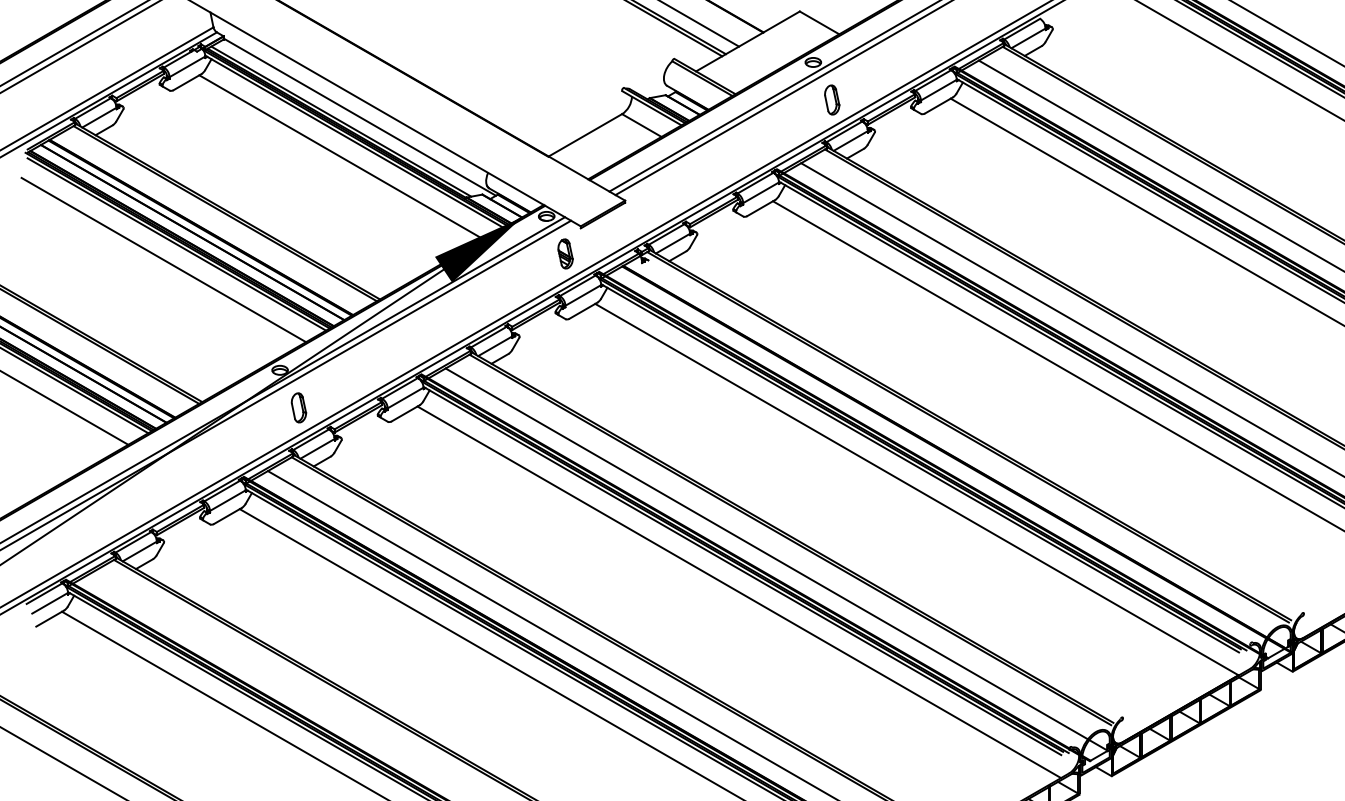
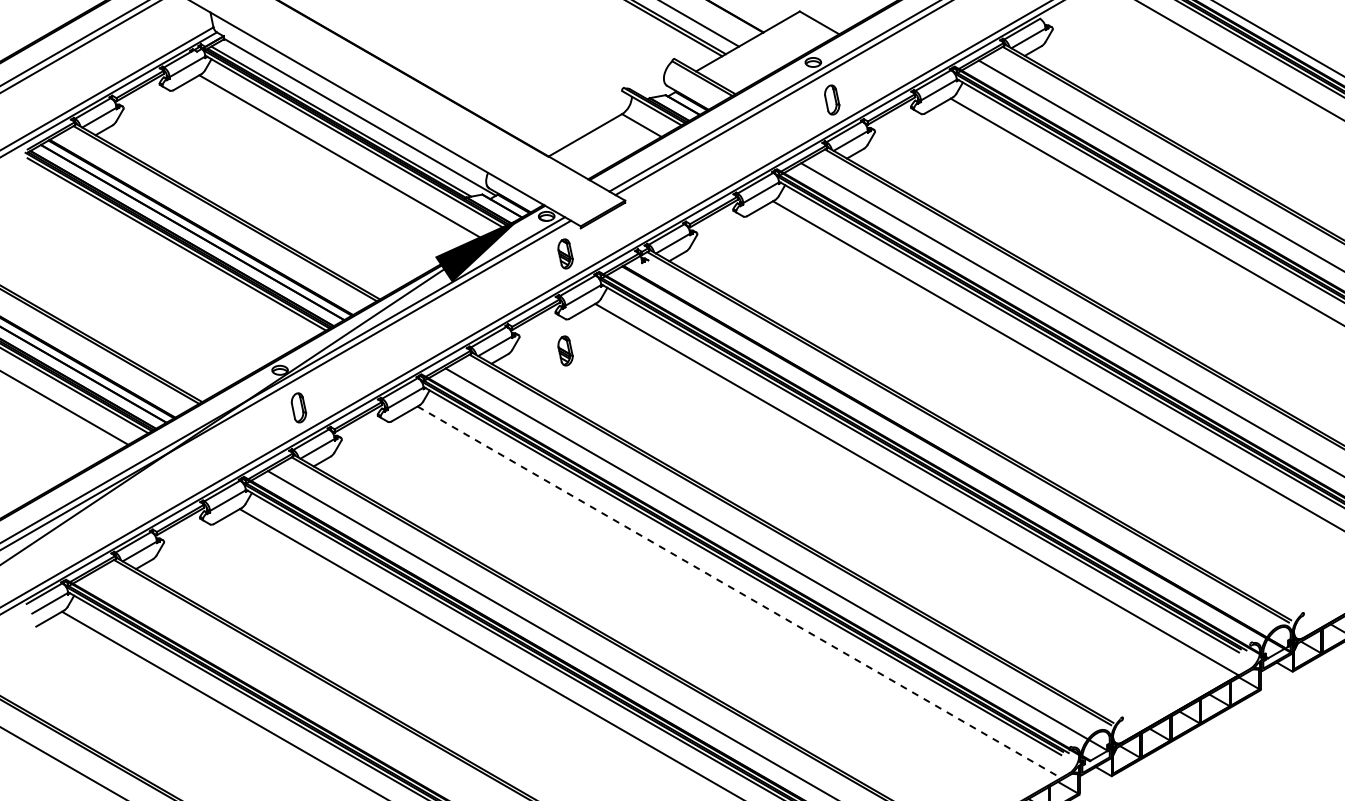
line at (1286, 33) position: (1286, 33) -> (1278, 38)
line at (163, 259): present -> none
part at (565, 350): none -> present
line at (739, 592): solid -> dashed
